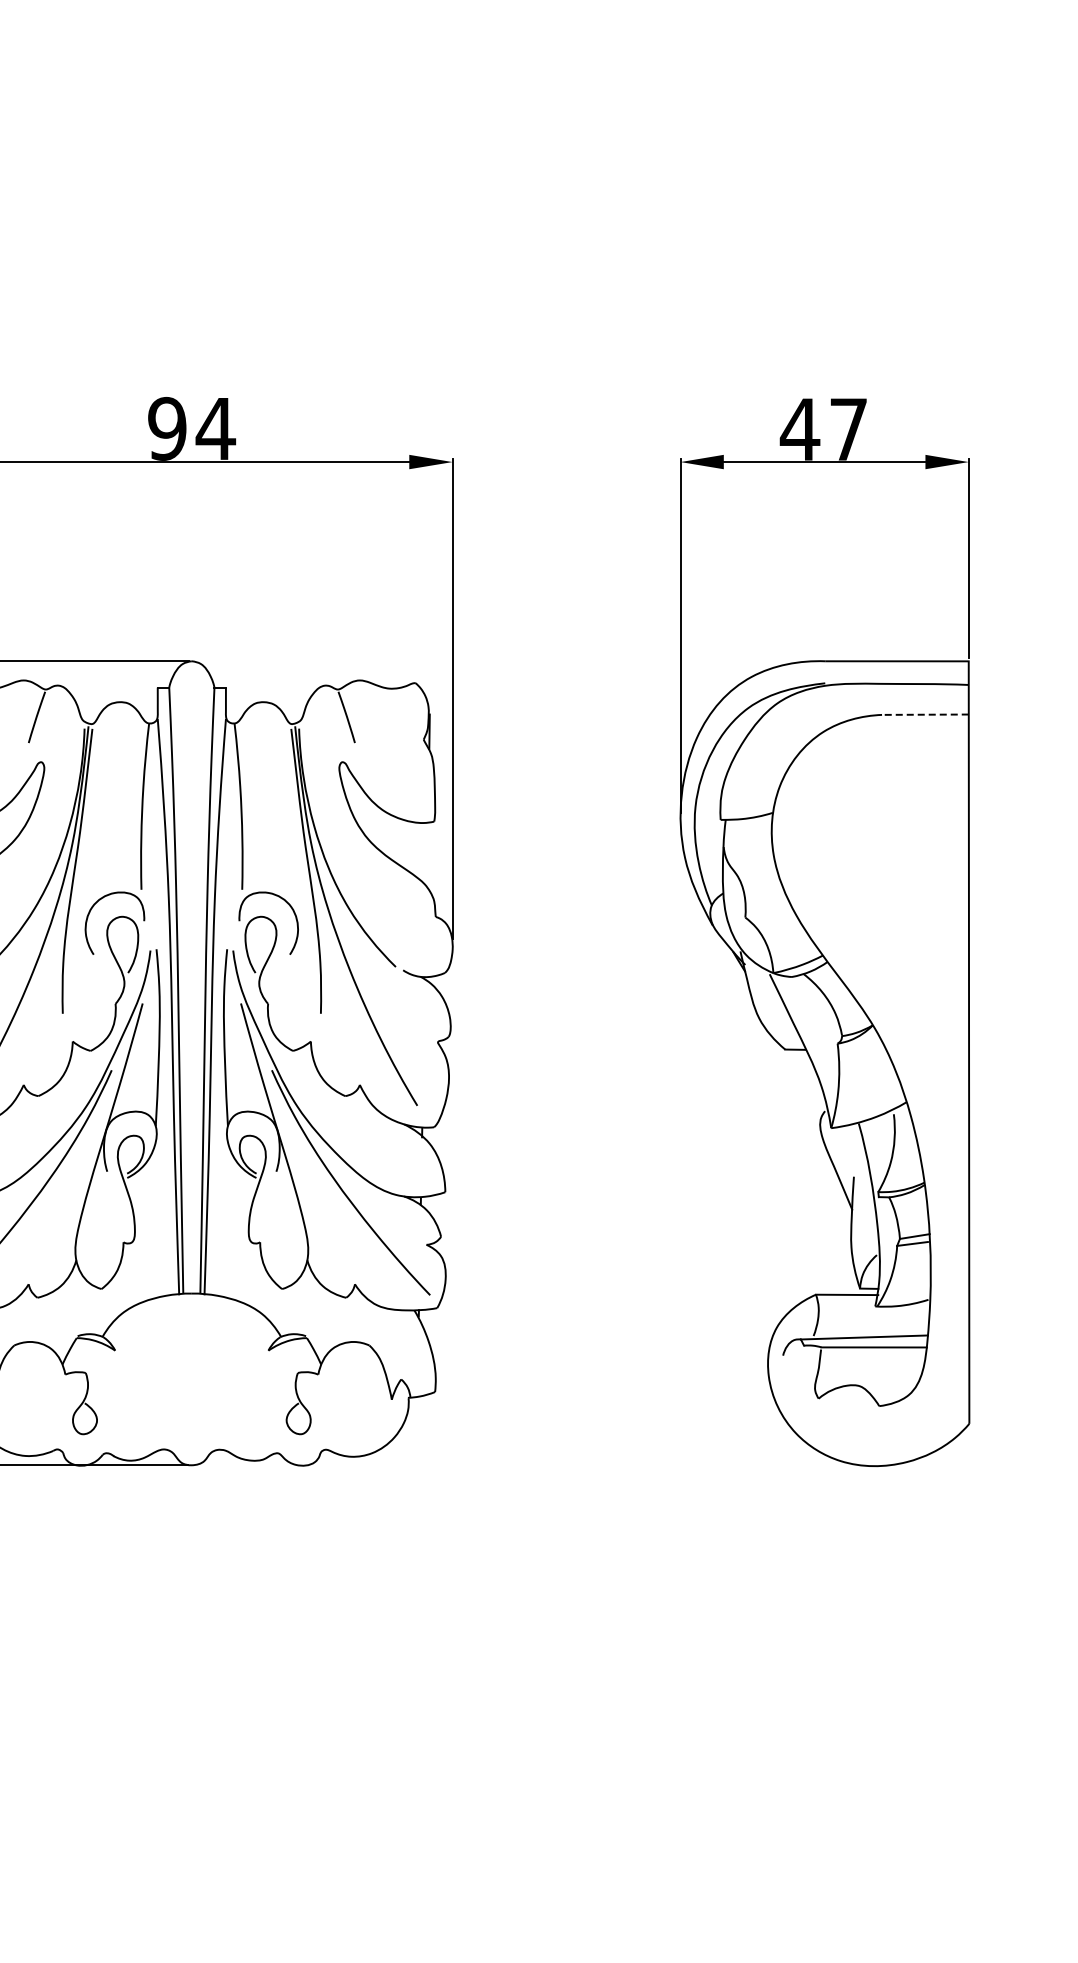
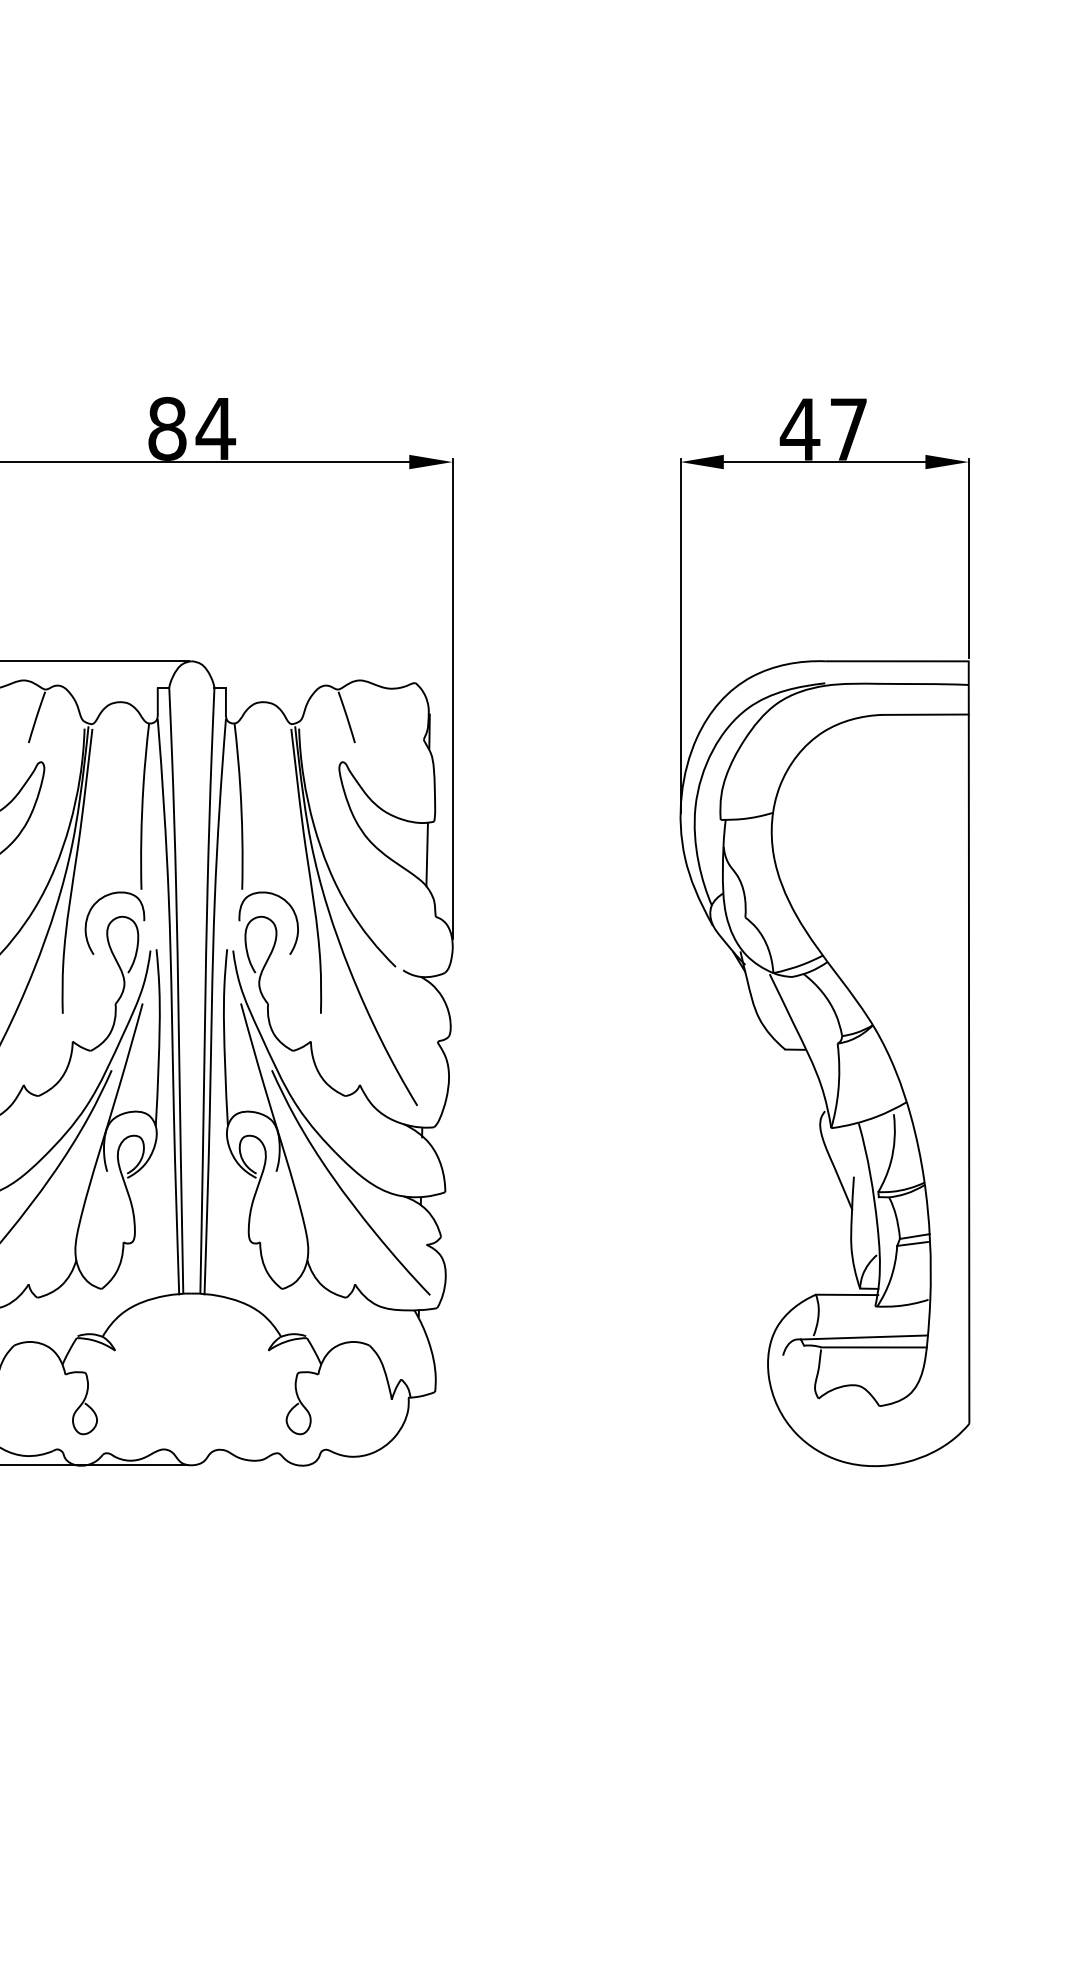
text at (167, 428): 94 -> 84
line at (924, 714): dashed -> solid
line at (426, 854): none -> present
